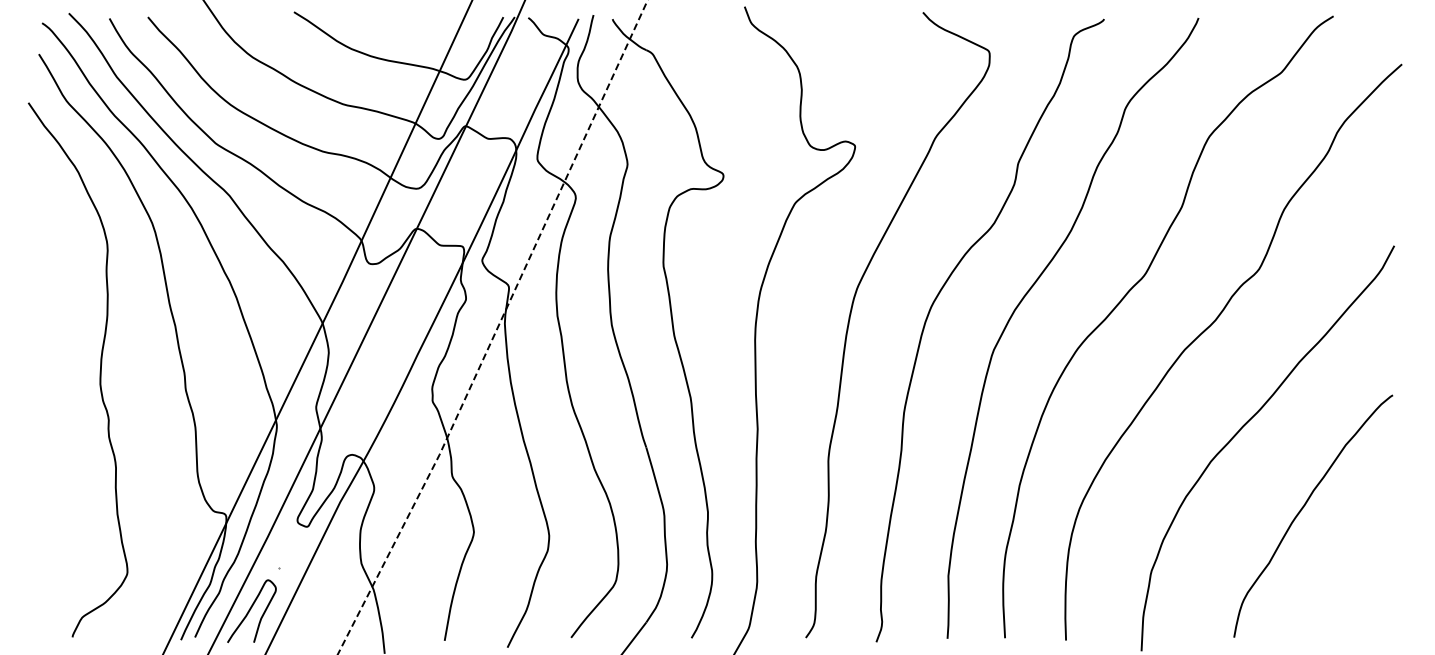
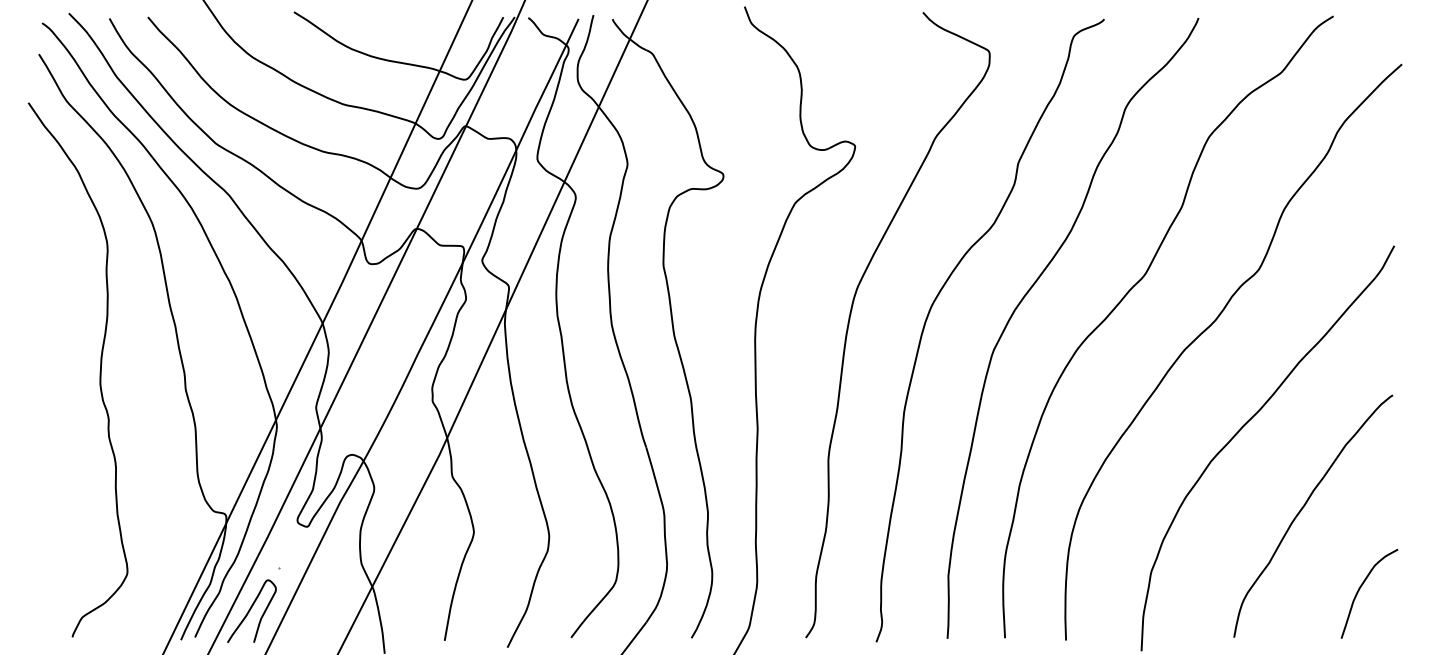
line at (496, 329): dashed -> solid
curve at (1360, 589): none -> present
